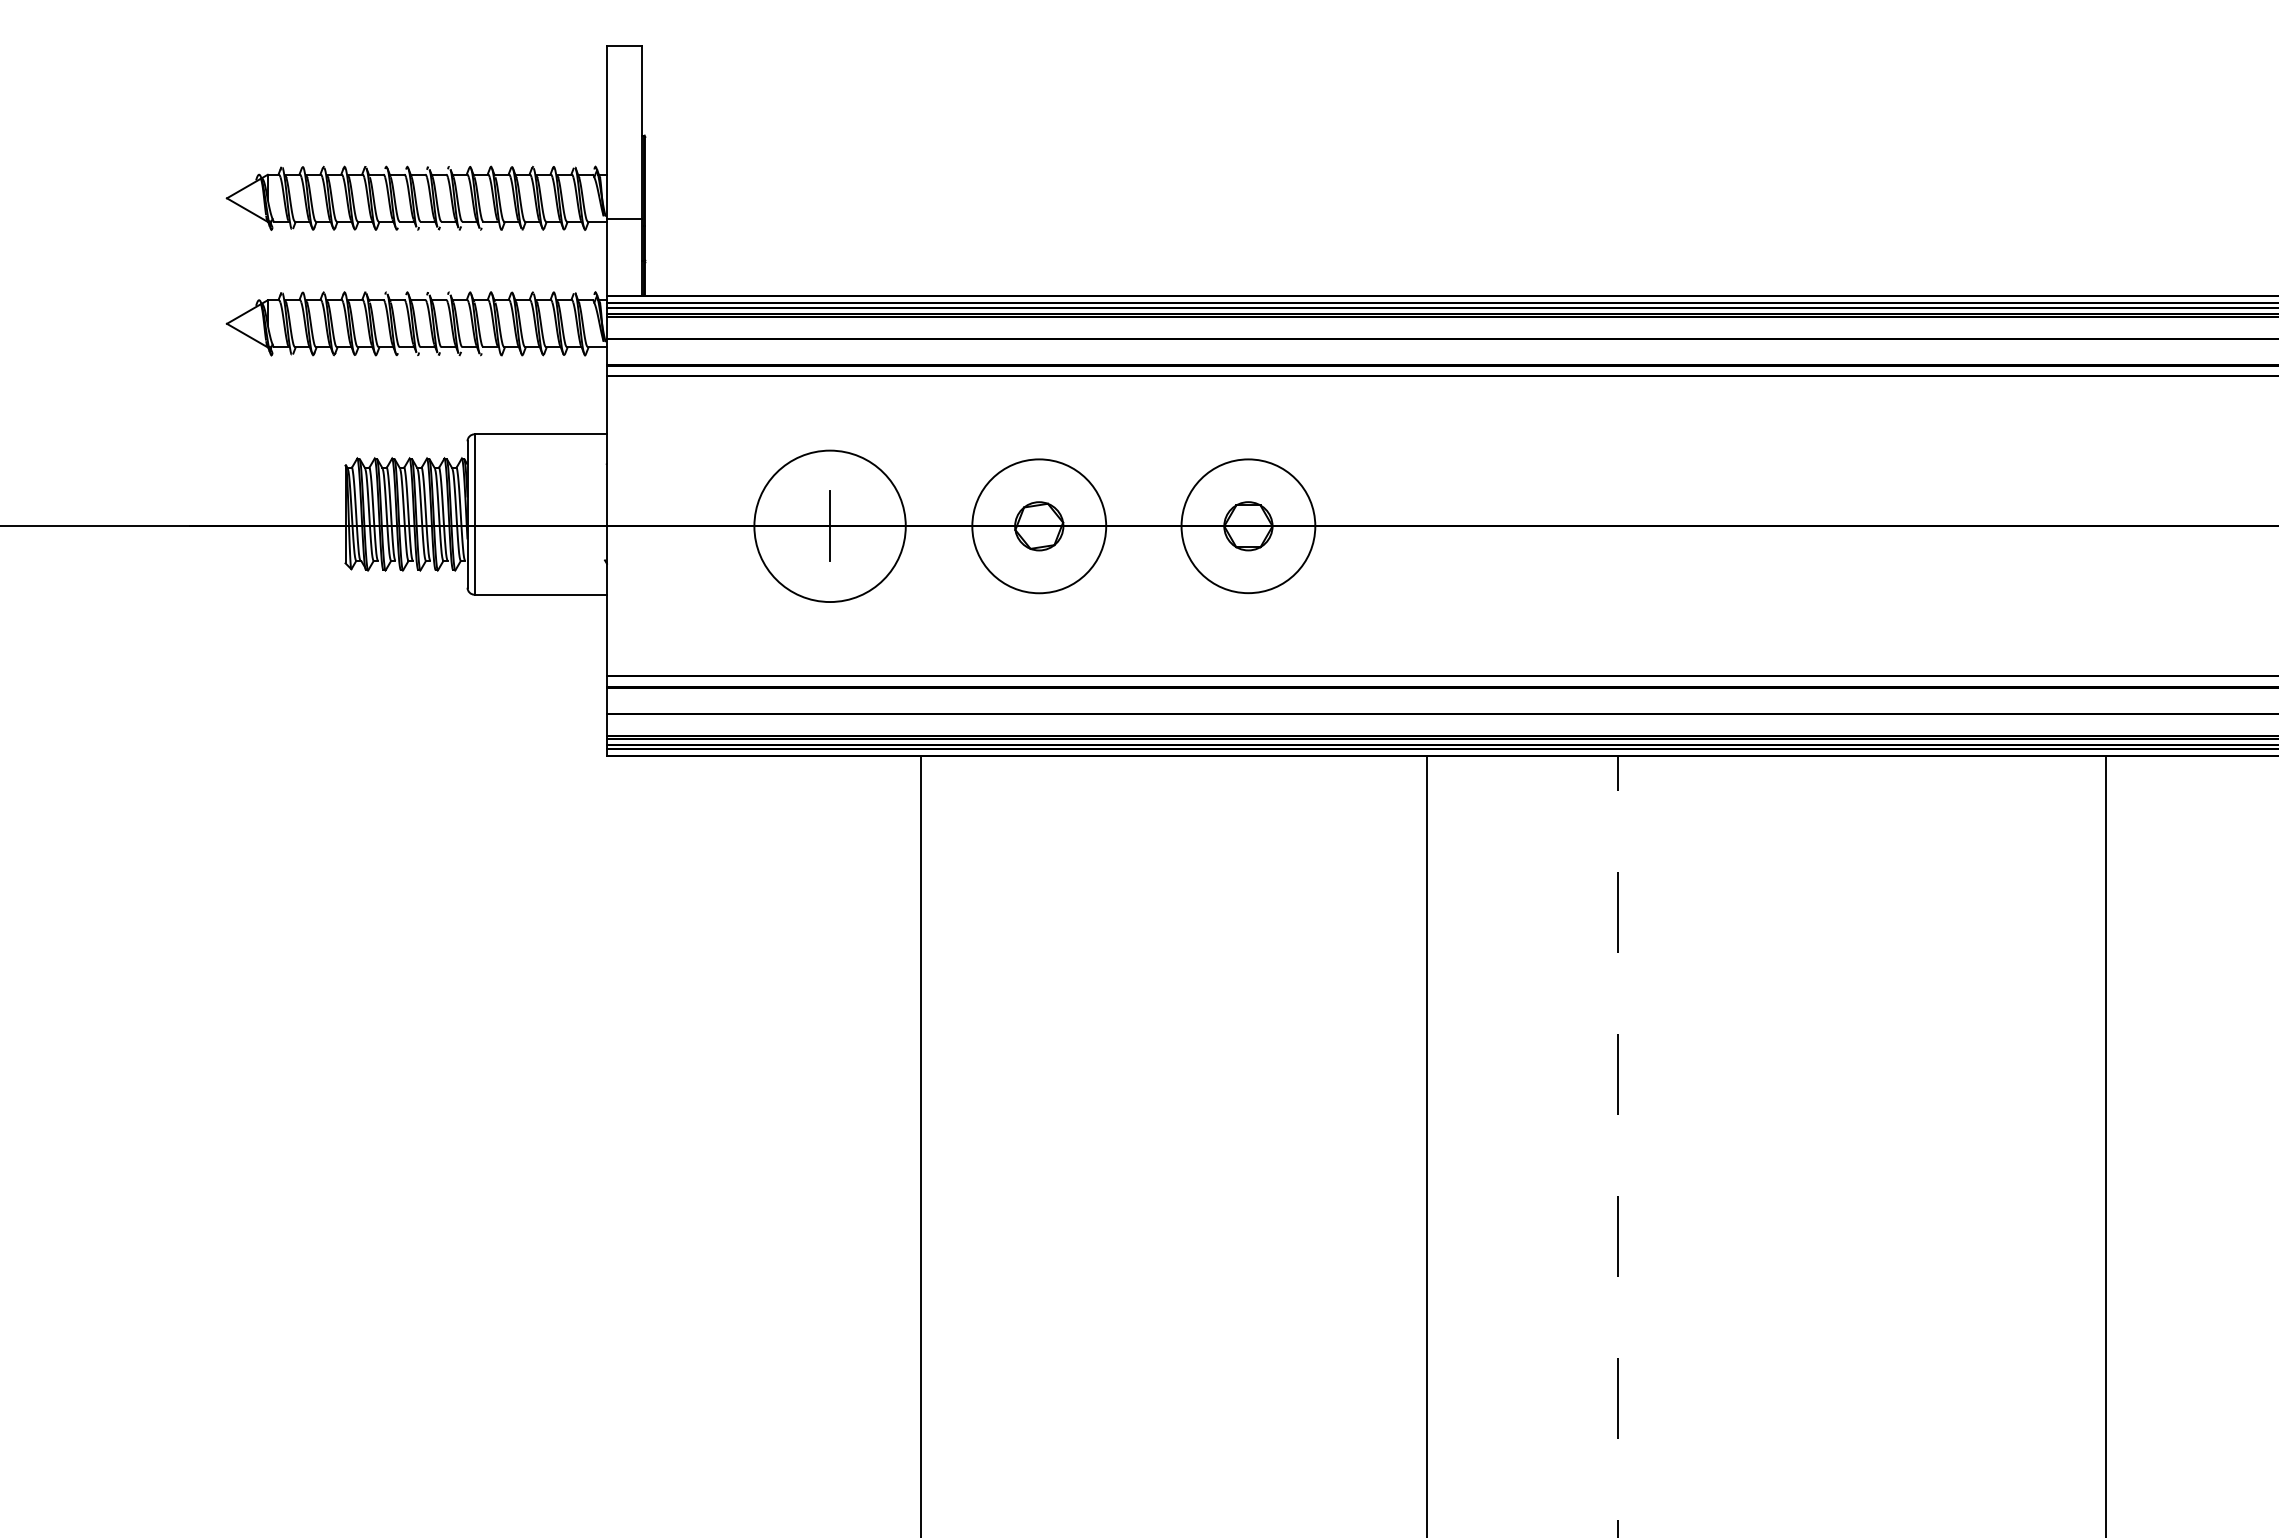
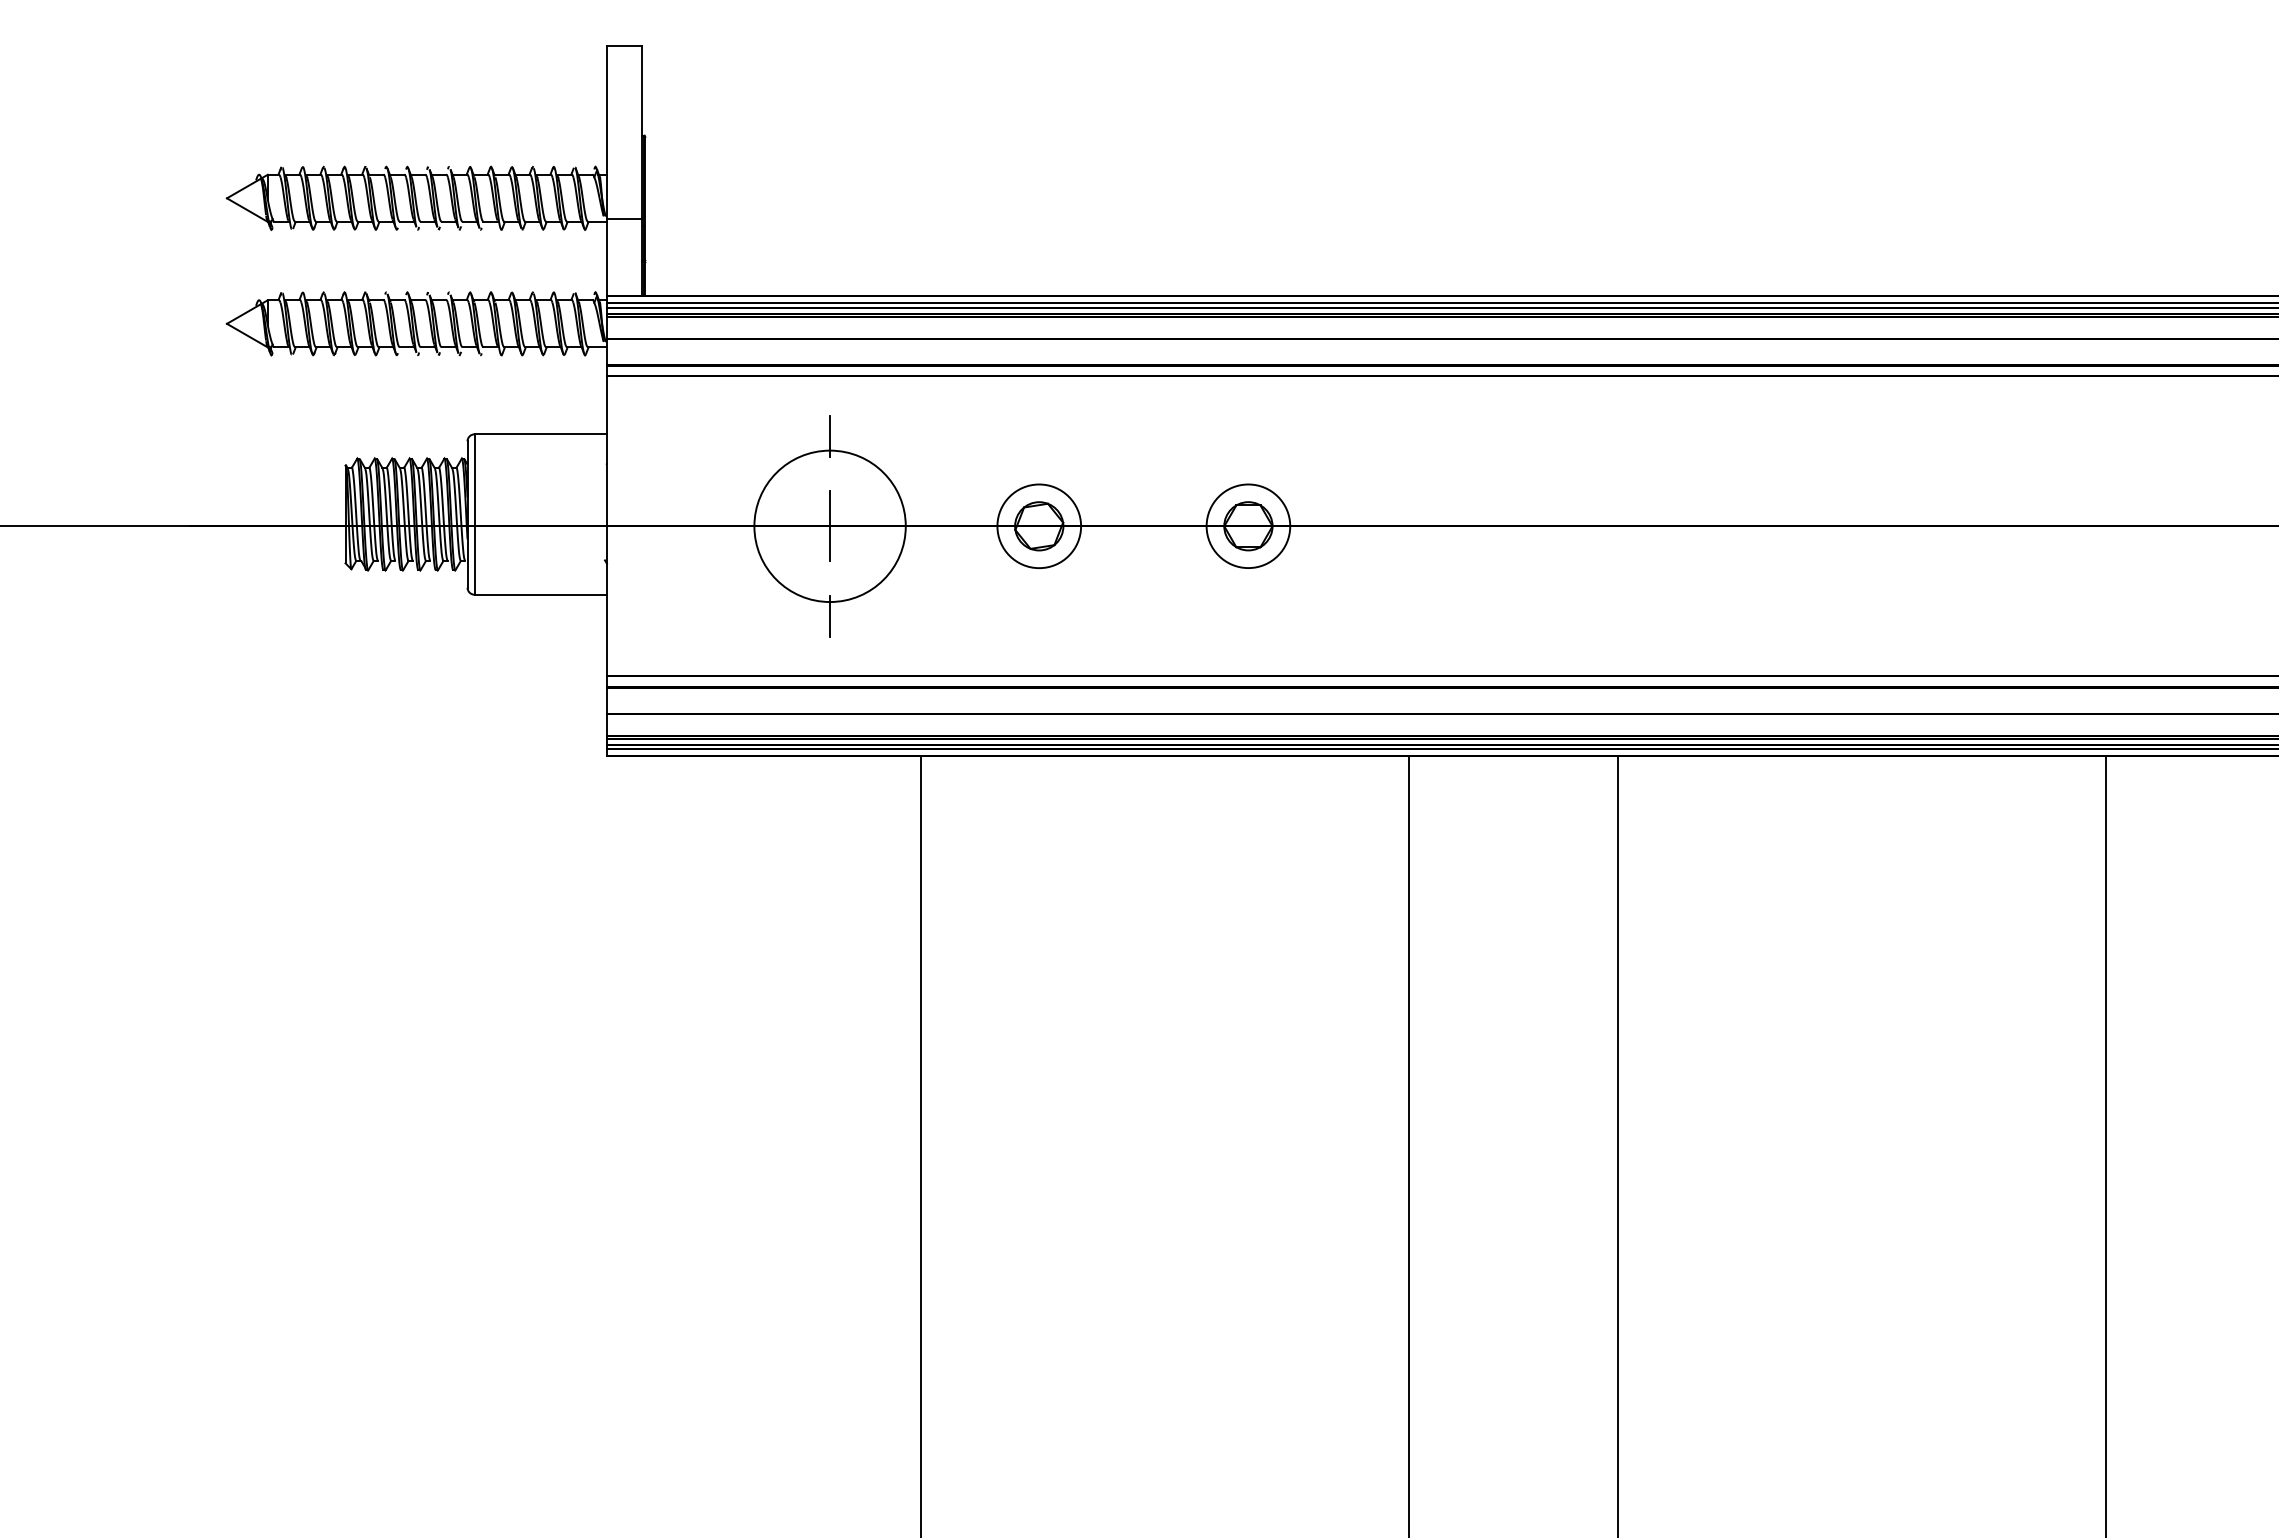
line at (830, 435): none -> present
circle at (1039, 526) diameter: 134 px -> 84 px
circle at (1248, 526) diameter: 134 px -> 84 px
line at (830, 616): none -> present
line at (1426, 1145) position: (1426, 1145) -> (1408, 1145)
line at (1618, 1146): dashed -> solid
